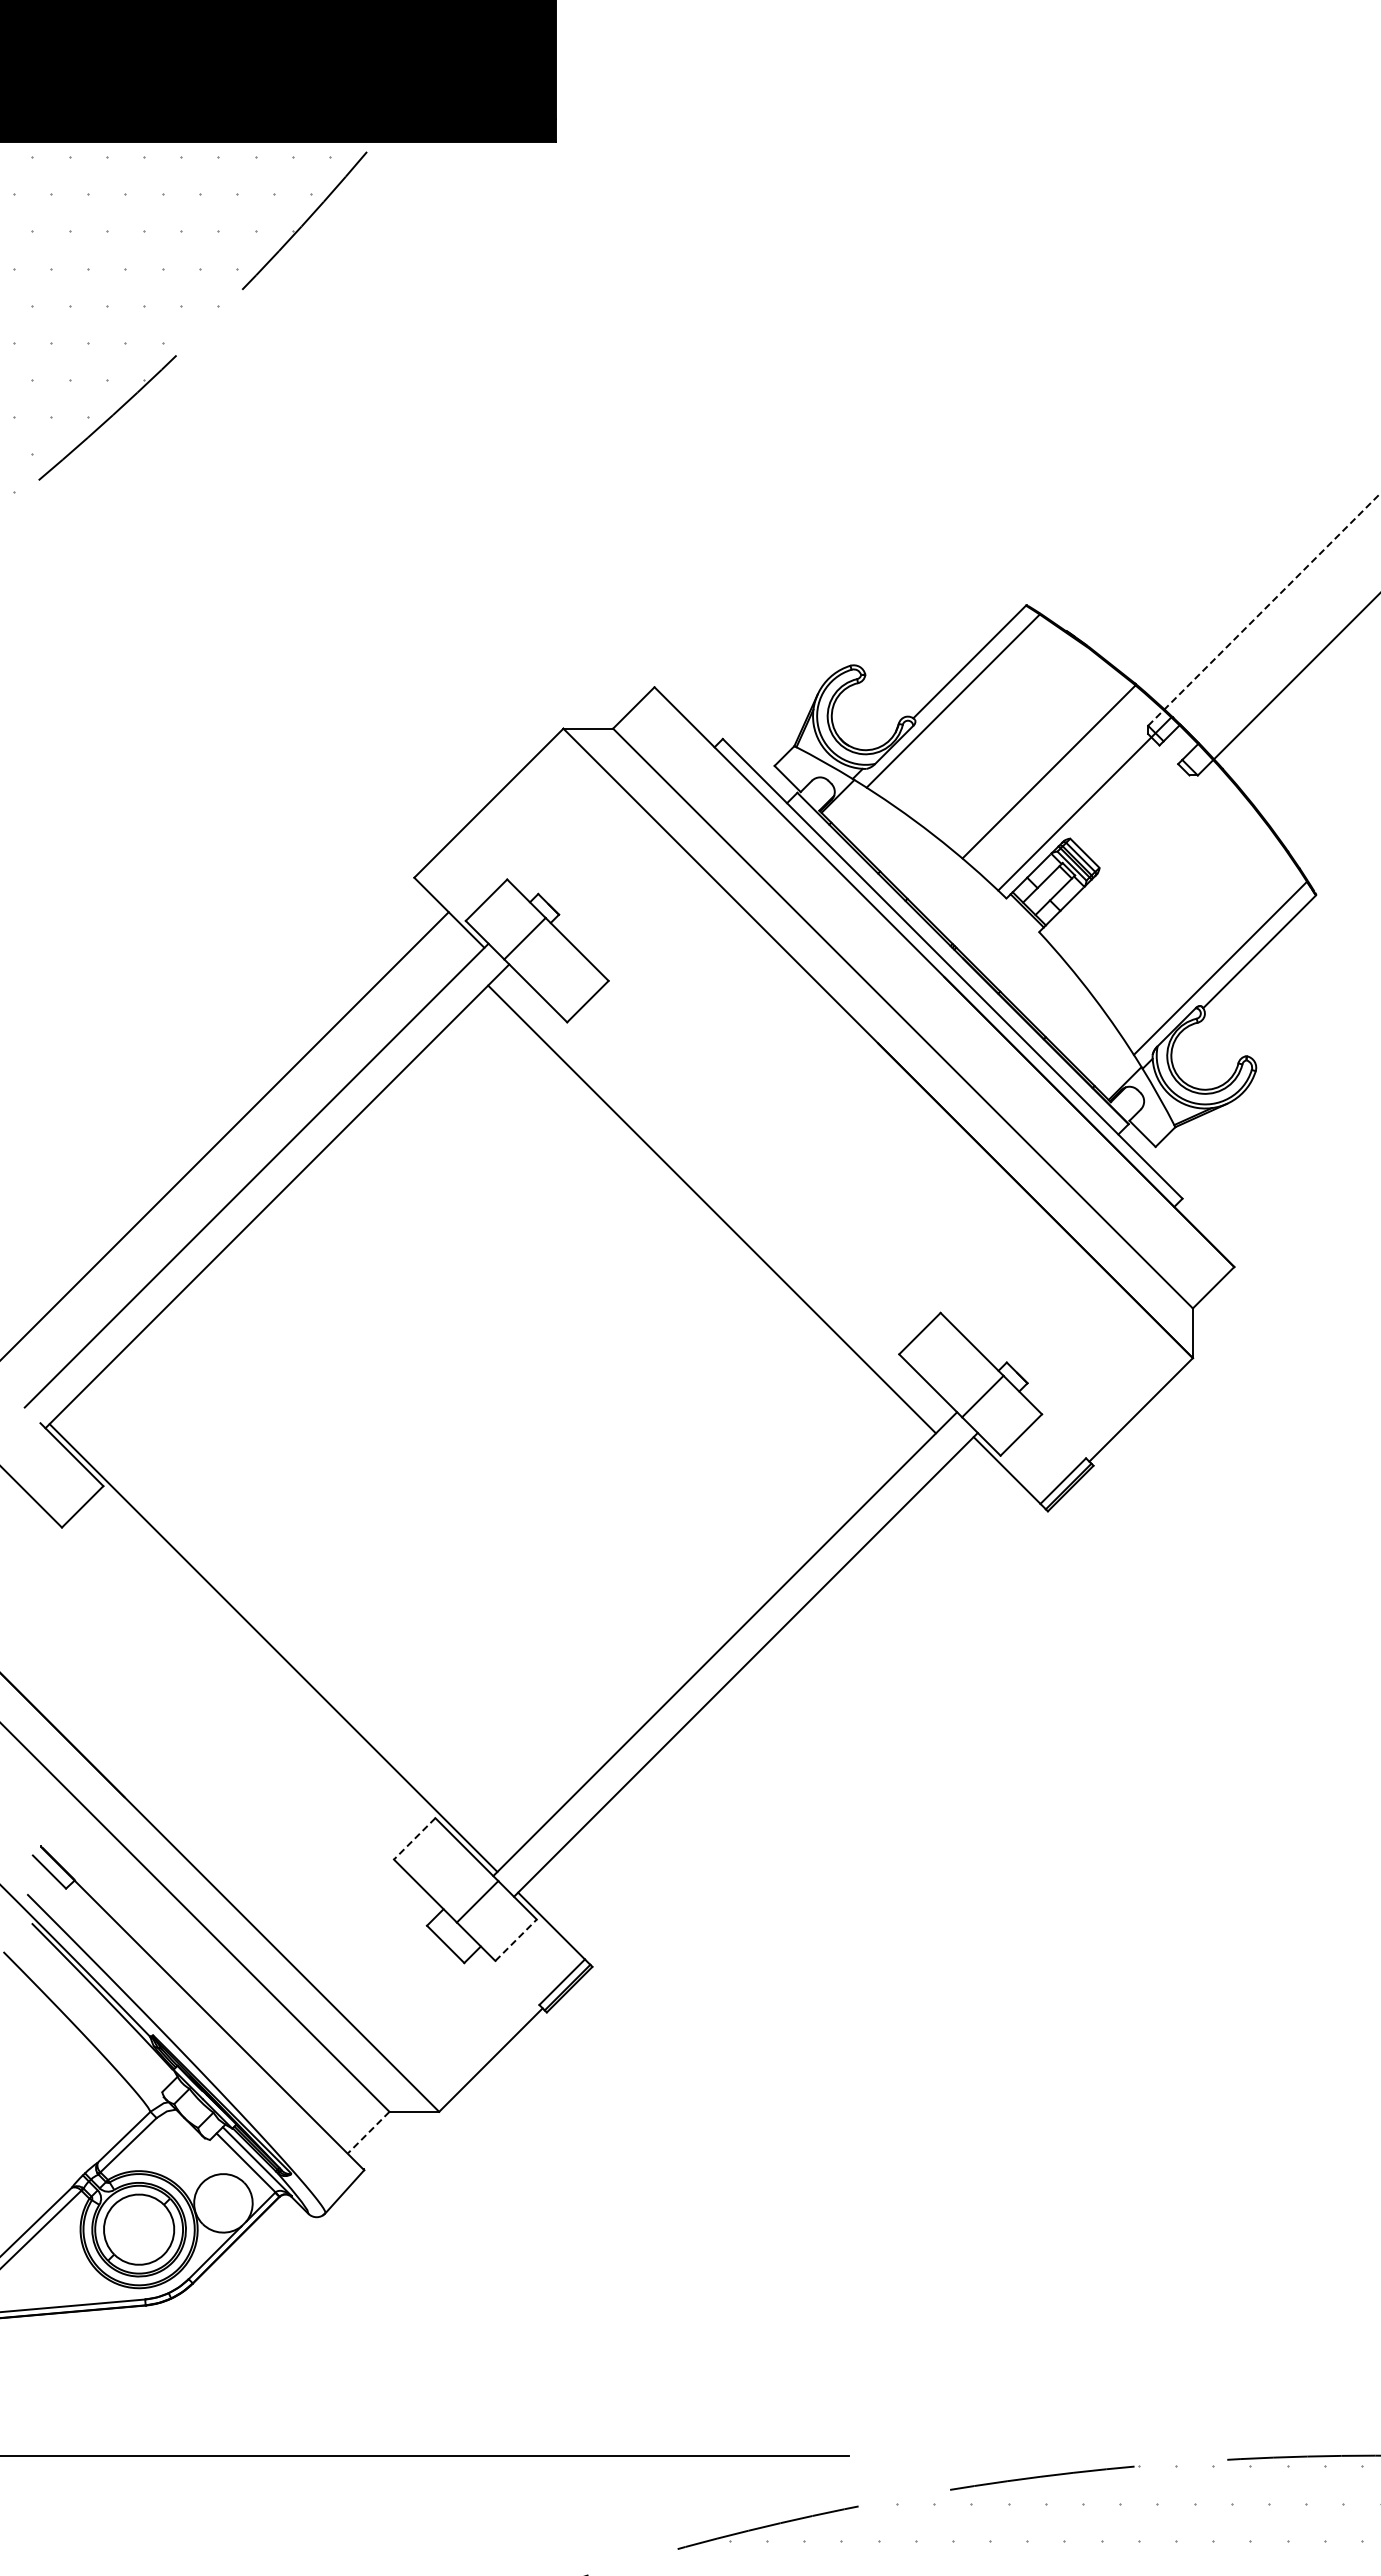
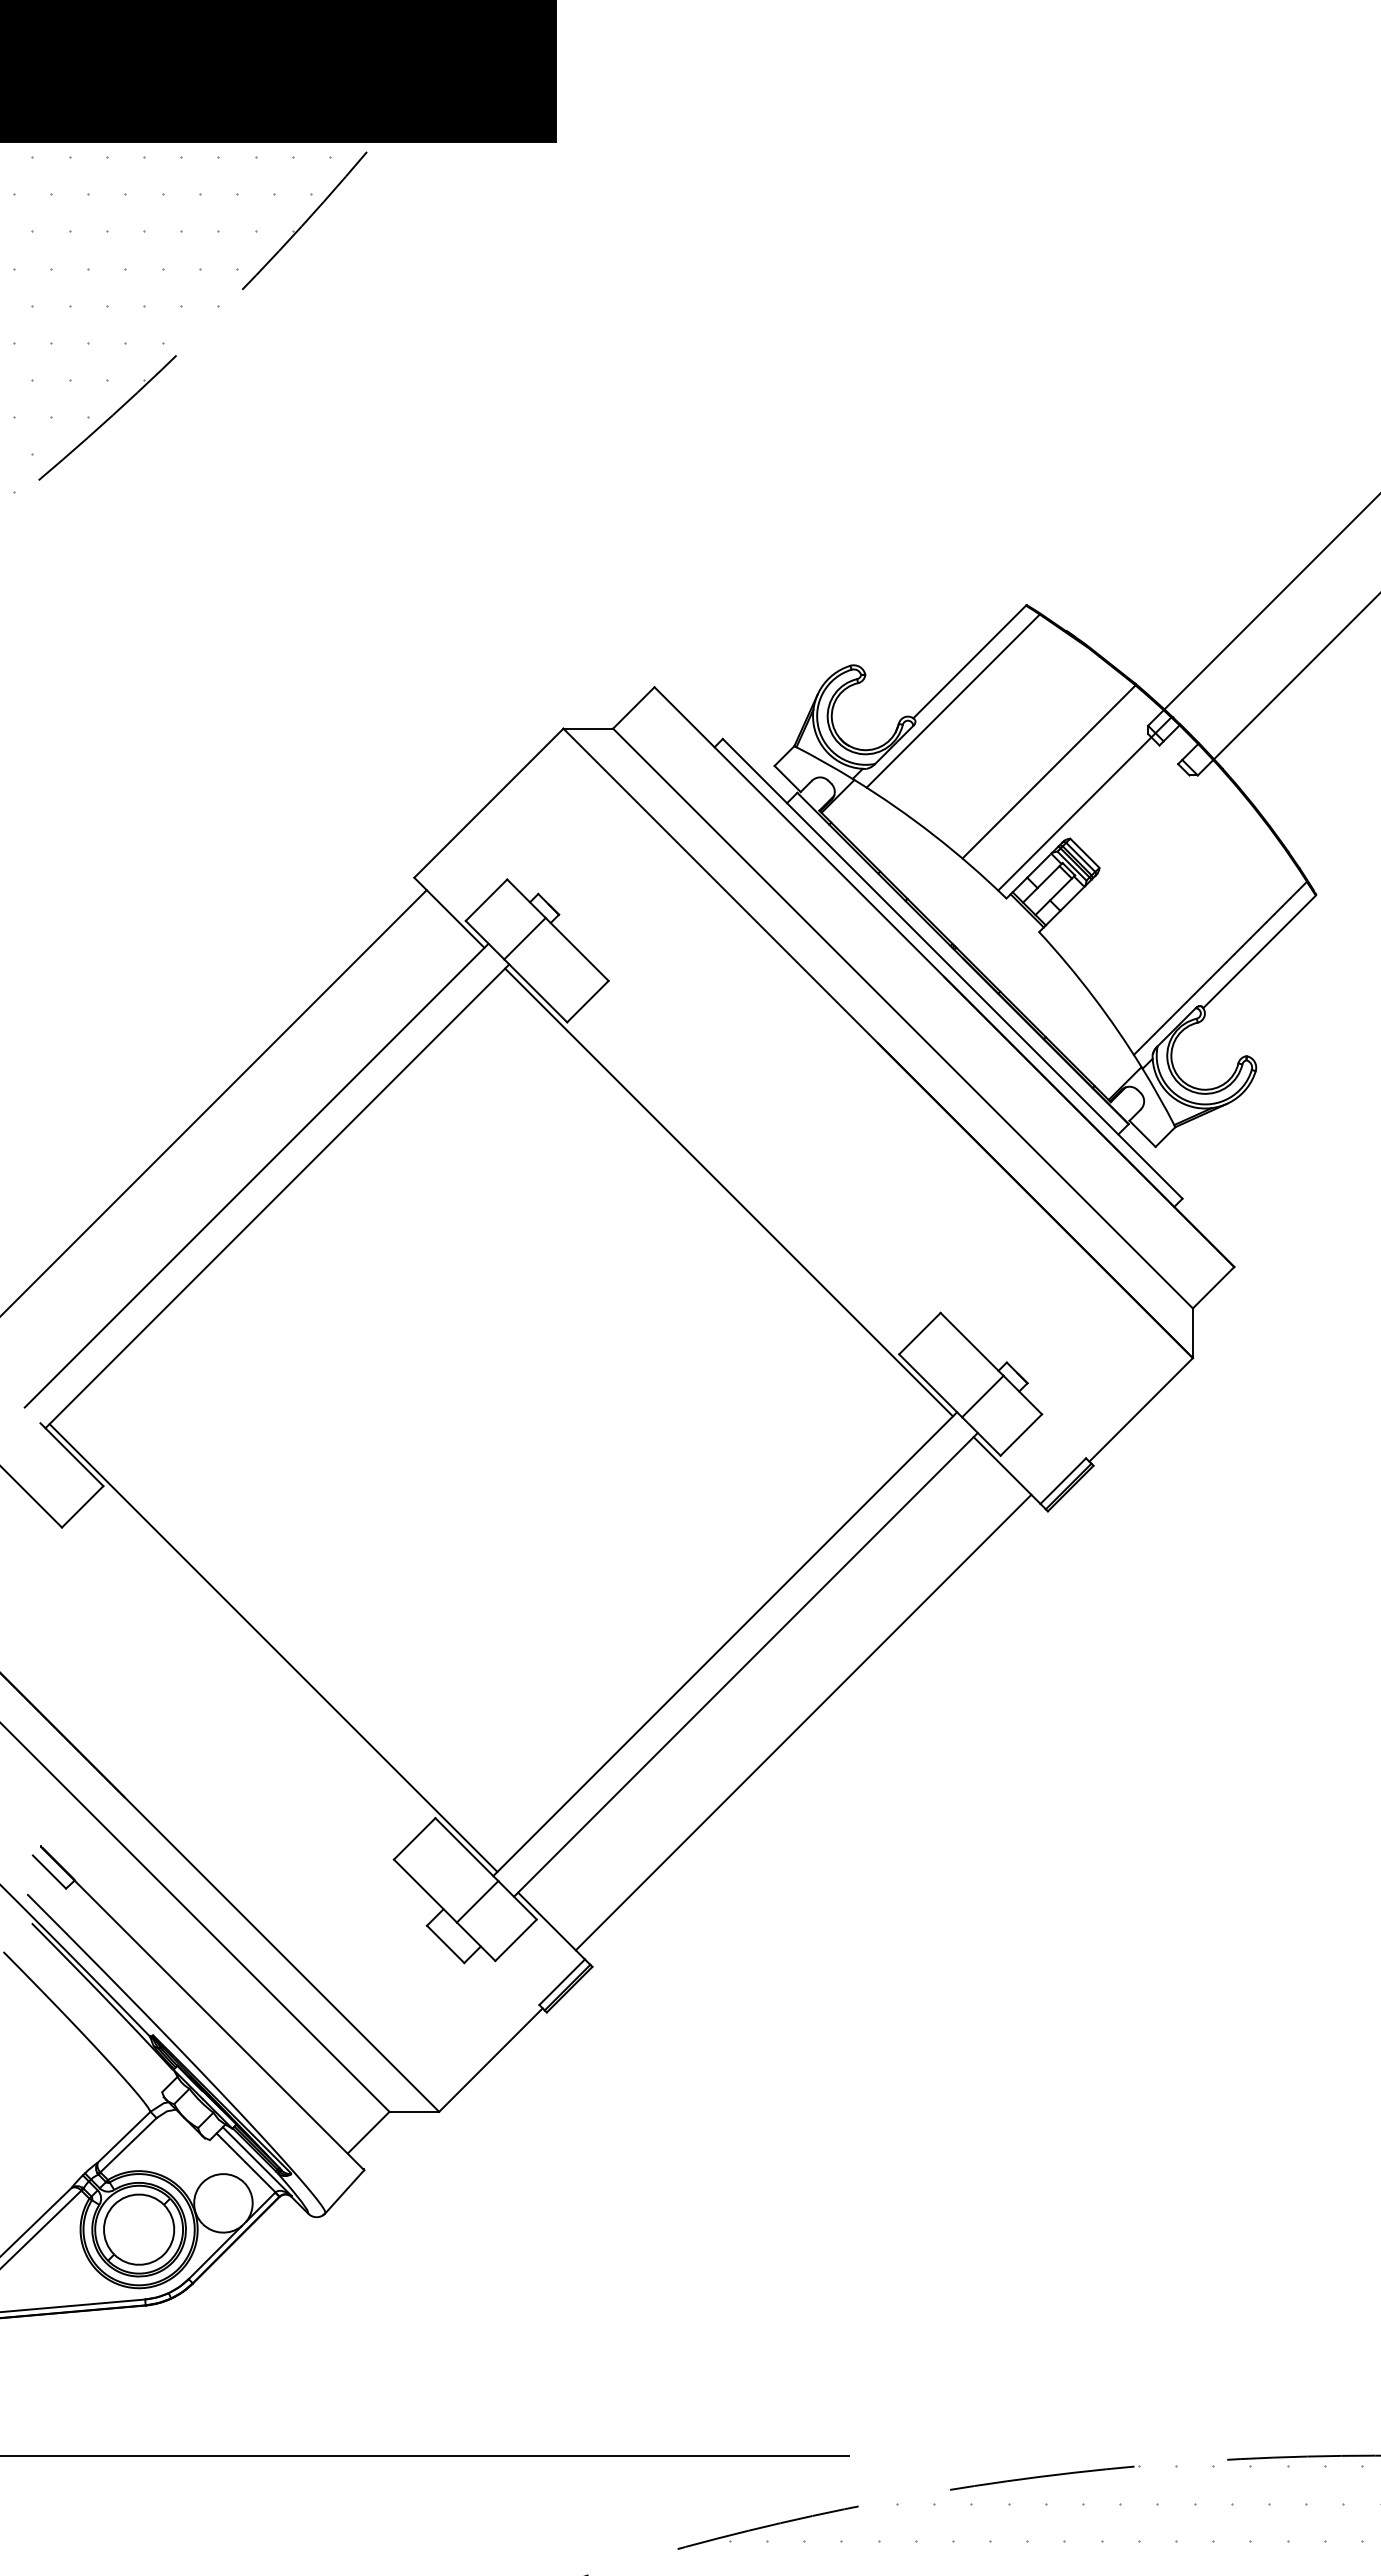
line at (1264, 609): dashed -> solid
line at (225, 1135) position: (225, 1135) -> (214, 1102)
line at (711, 1209) position: (711, 1209) -> (728, 1192)
line at (803, 1722): none -> present
line at (414, 1839): dashed -> solid
line at (516, 1939): dashed -> solid
line at (368, 2132): dashed -> solid
